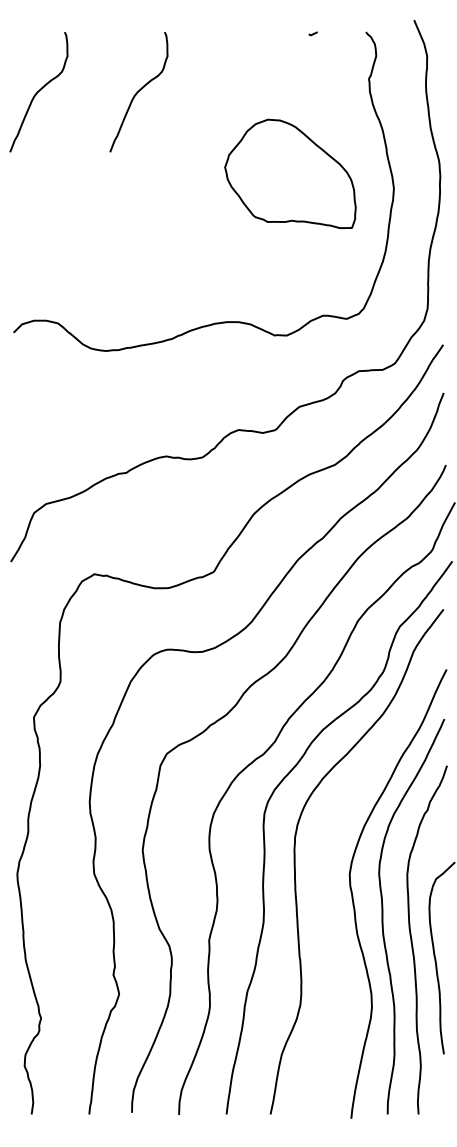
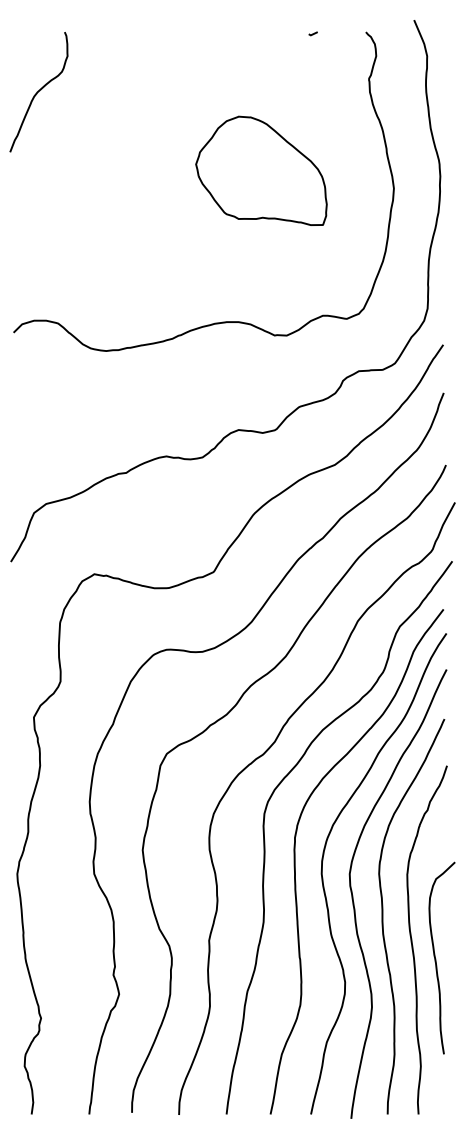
curve at (138, 92): present -> none
part at (290, 173) position: (290, 173) -> (261, 170)
curve at (323, 877): none -> present
